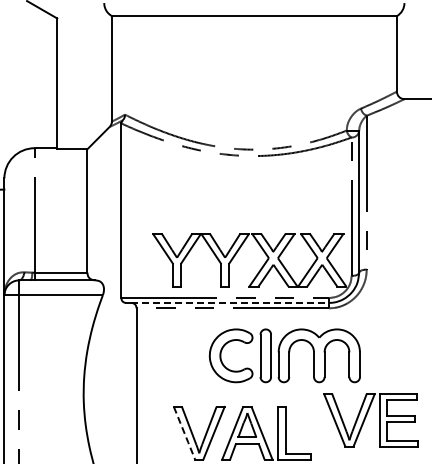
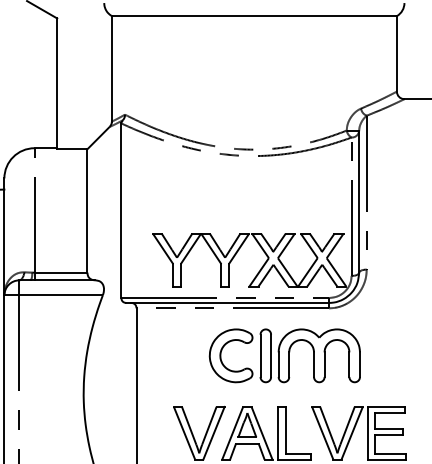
line at (230, 302): dashed -> solid
part at (370, 420) position: (370, 420) -> (358, 433)
line at (184, 433): dashed -> solid
